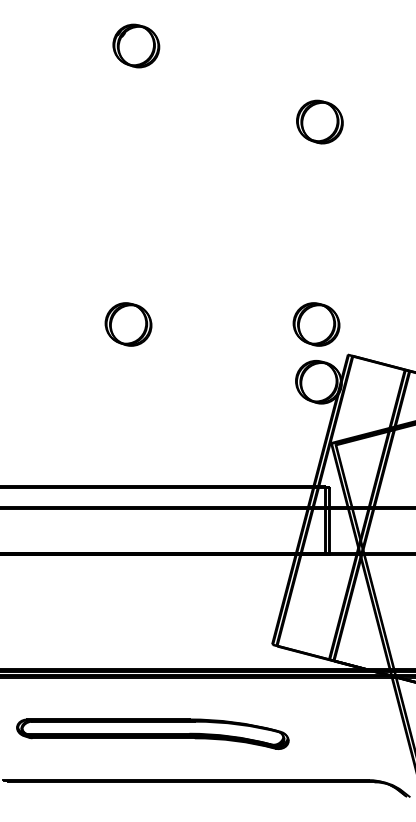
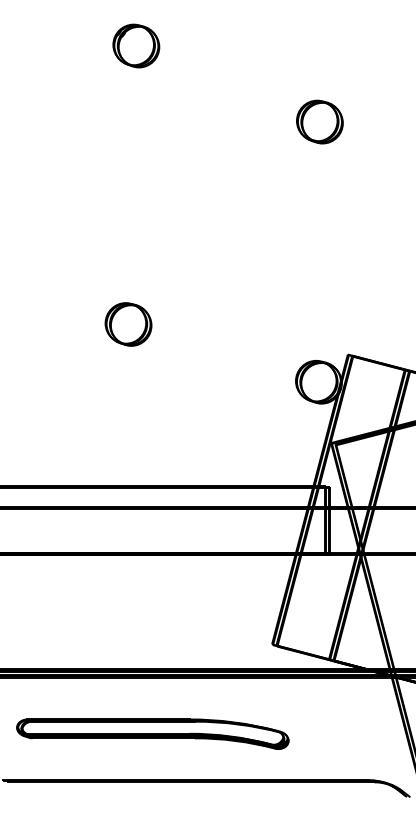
part at (316, 324): present -> none
